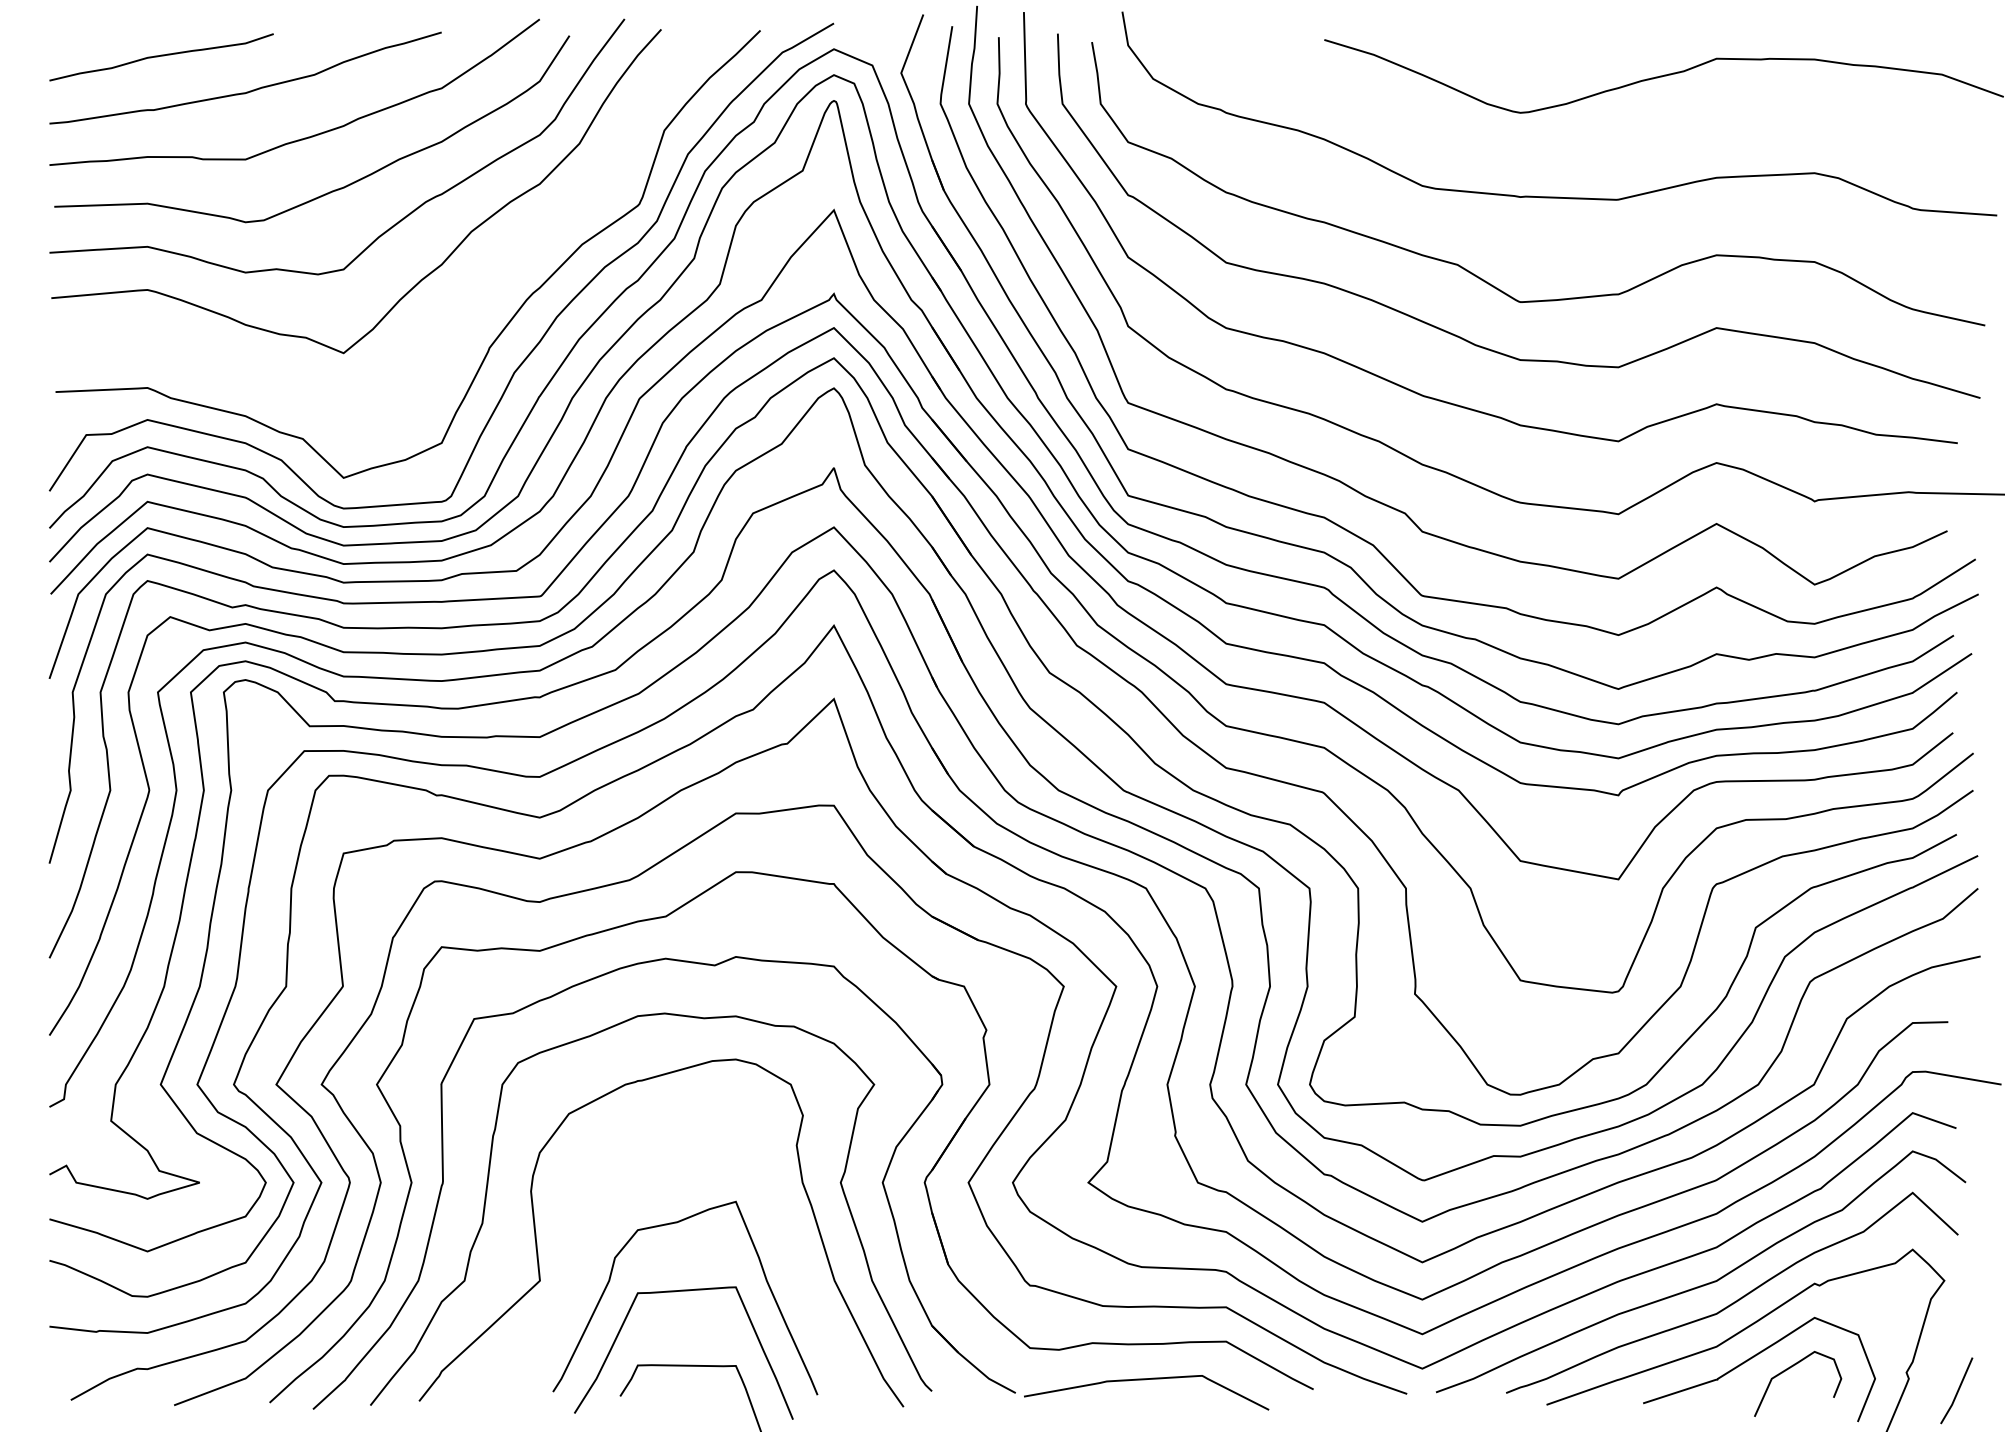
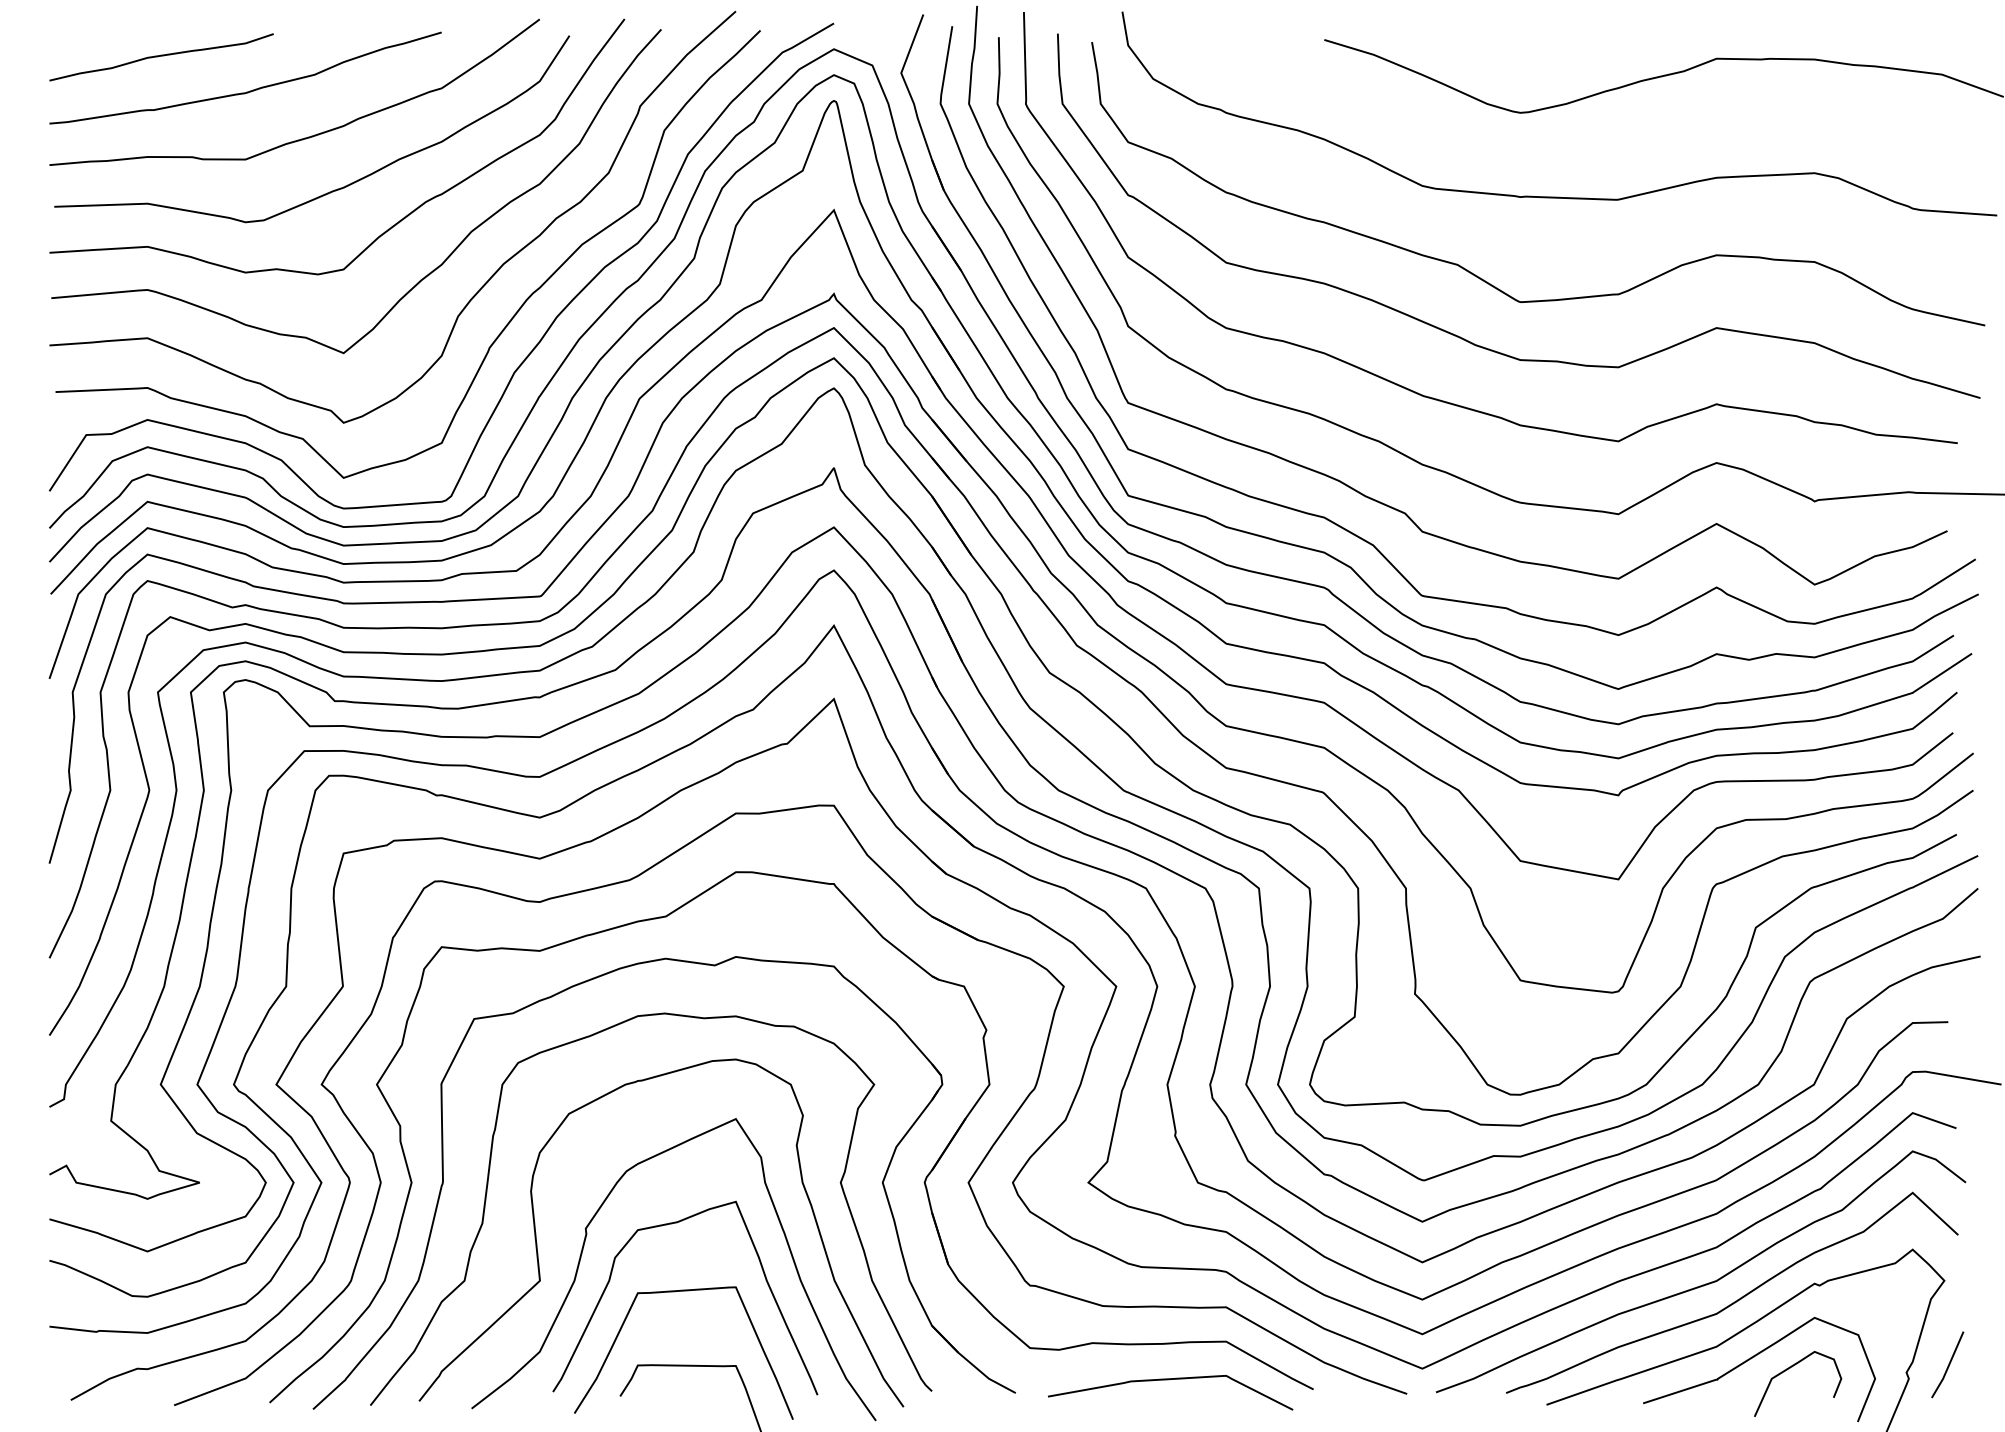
curve at (480, 287): none -> present
curve at (584, 1246): none -> present
curve at (1145, 1380) position: (1145, 1380) -> (1169, 1380)
line at (1957, 1390) position: (1957, 1390) -> (1948, 1364)
